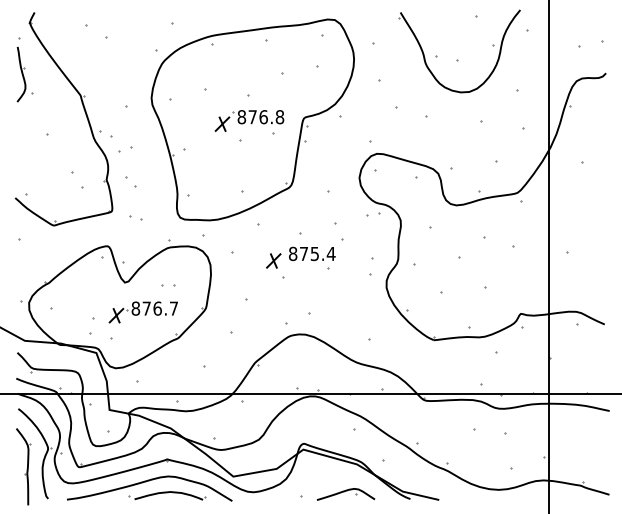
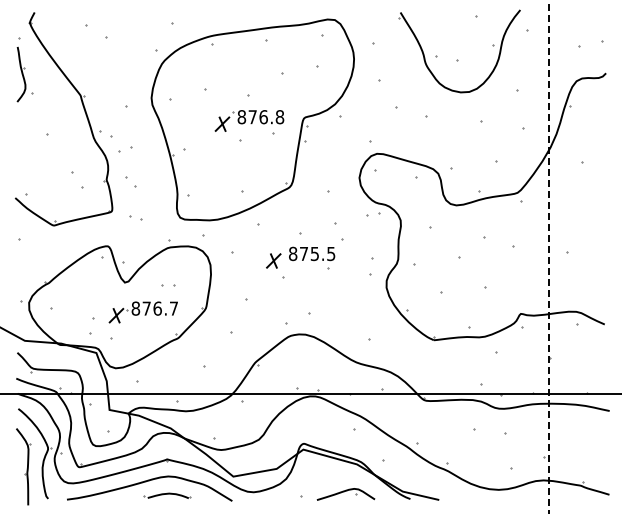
text at (330, 254): 875.4 -> 875.5
line at (549, 257): solid -> dashed
part at (167, 495) size: 79x10 px -> 49x7 px
